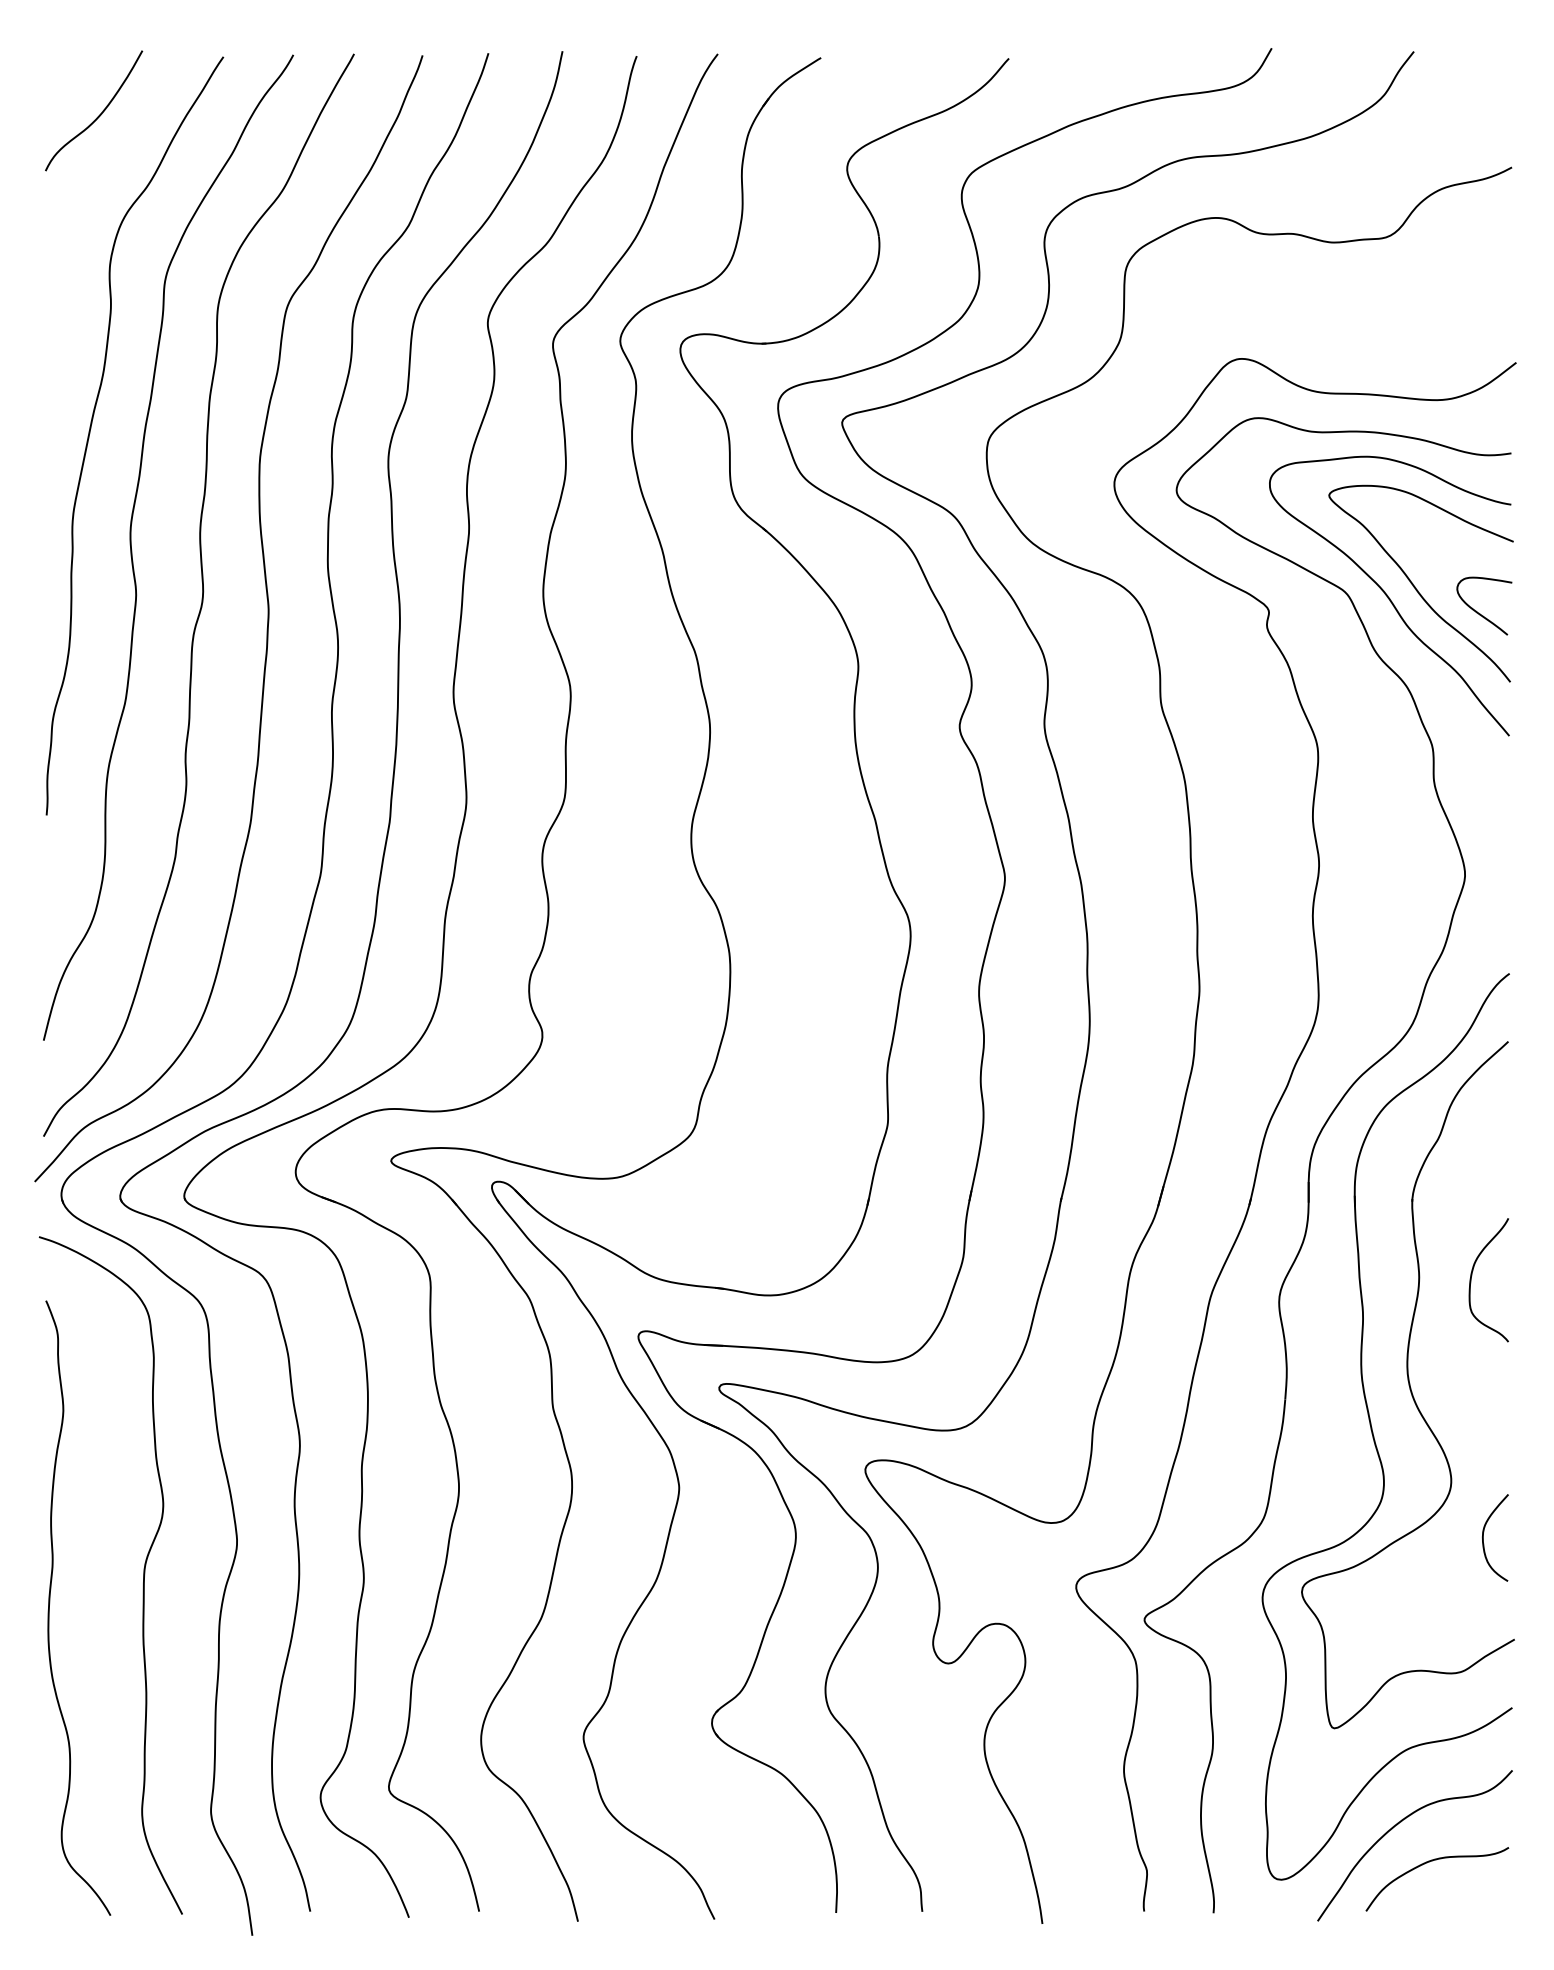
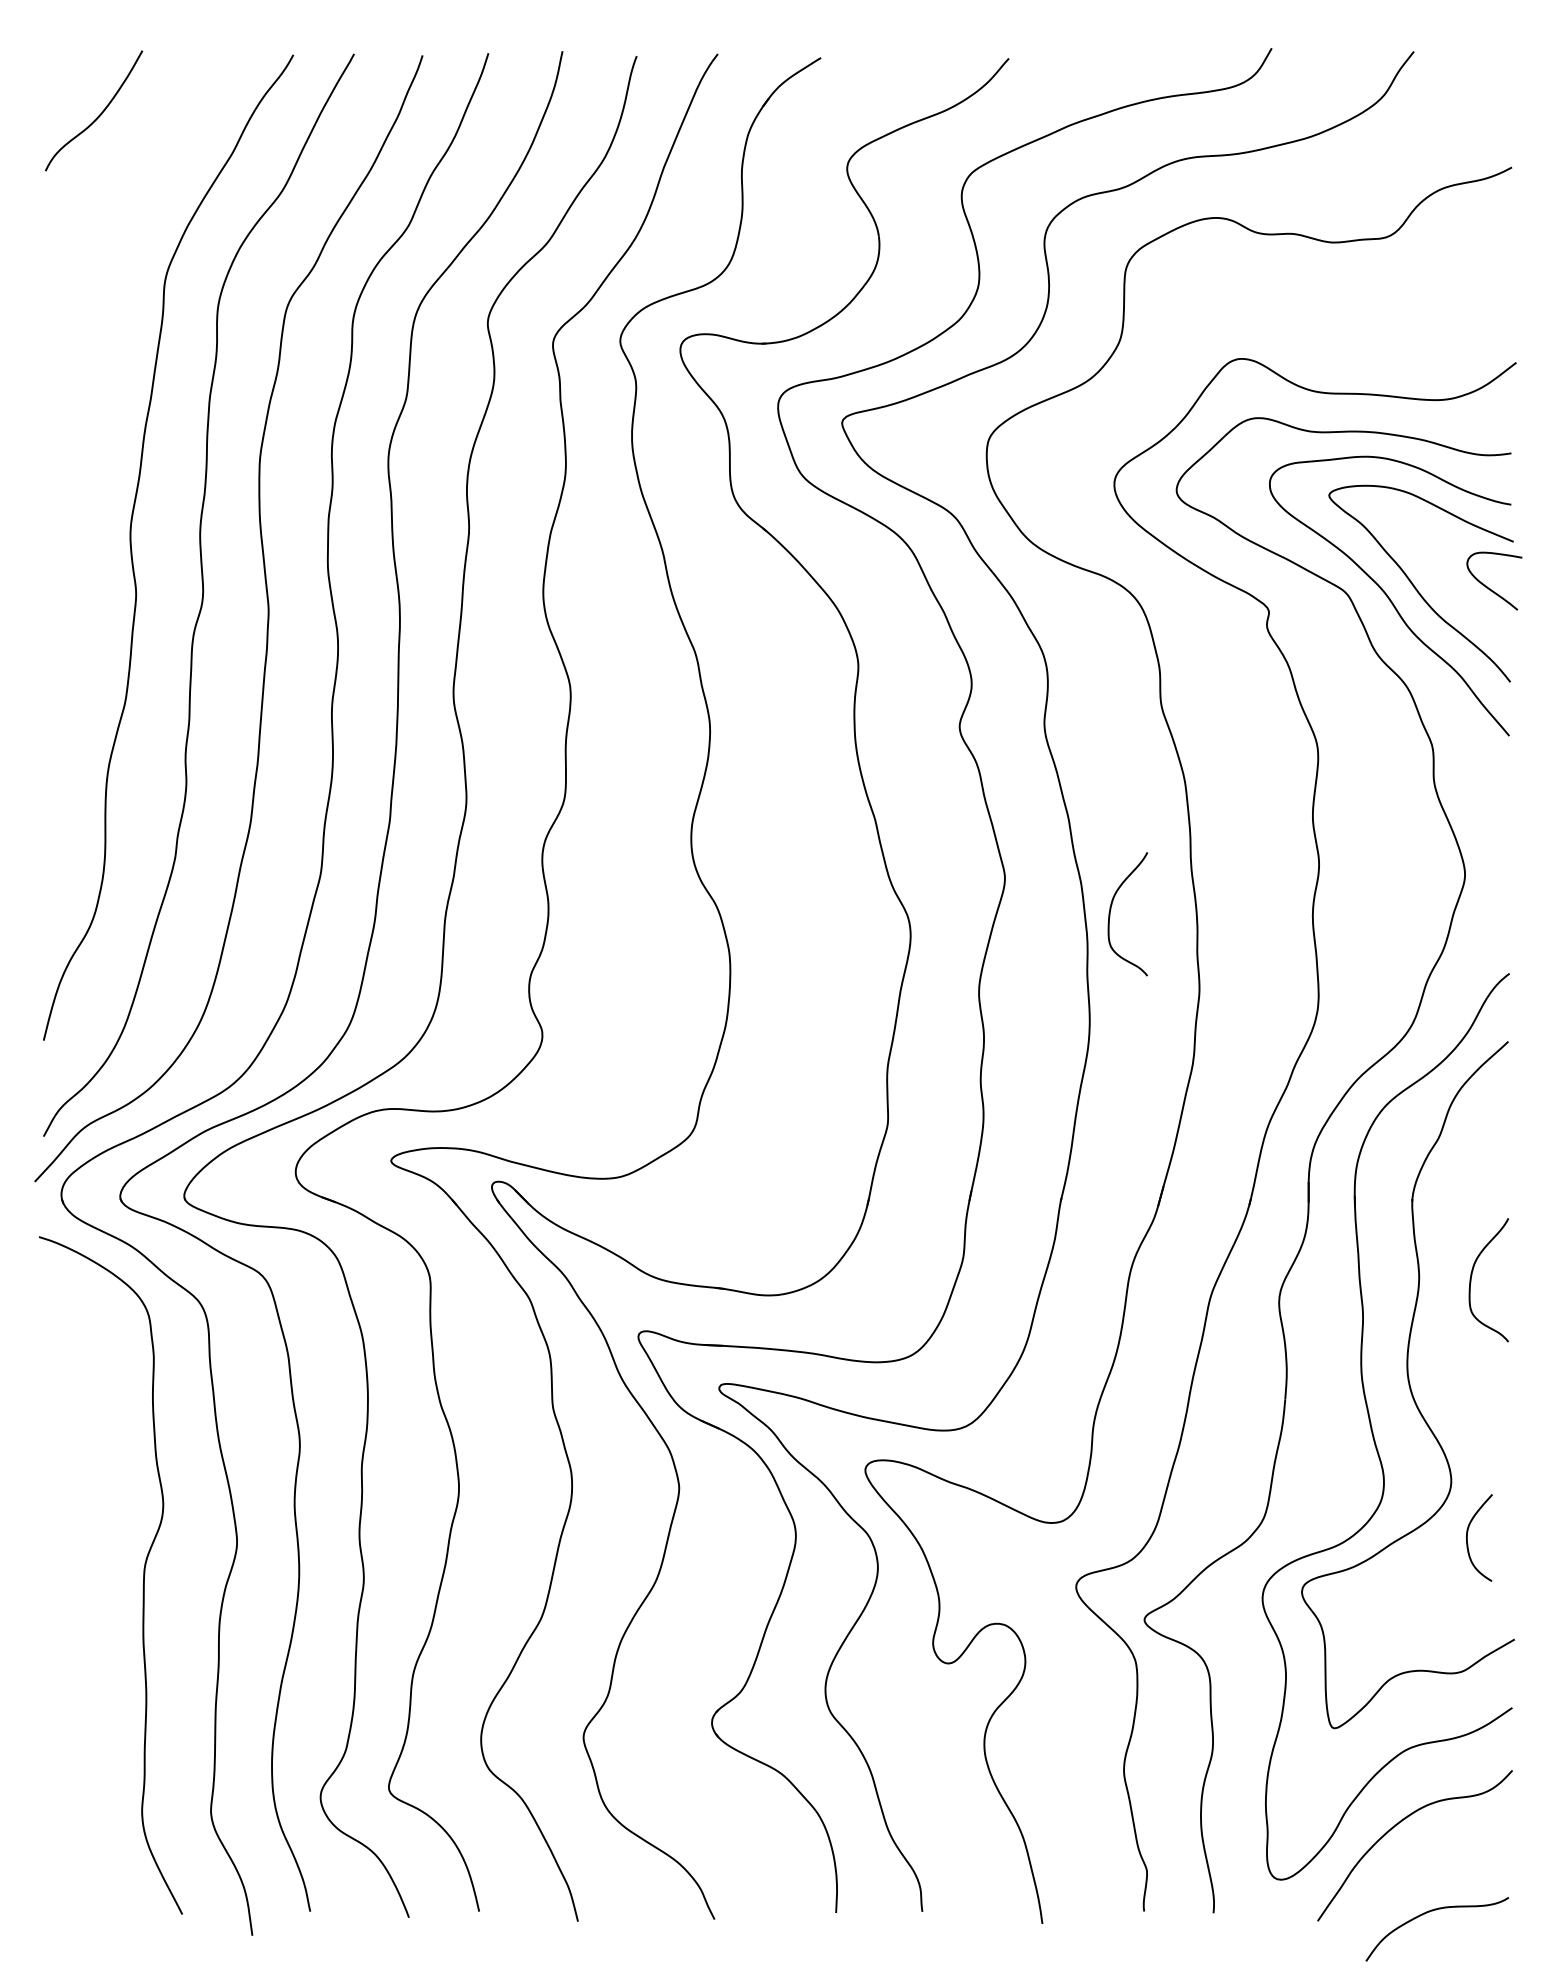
curve at (92, 424): present -> none
curve at (1480, 613) position: (1480, 613) -> (1490, 588)
curve at (1111, 909): none -> present
curve at (1483, 1537) position: (1483, 1537) -> (1467, 1537)
curve at (50, 1603): present -> none
curve at (1432, 1861) position: (1432, 1861) -> (1432, 1911)
